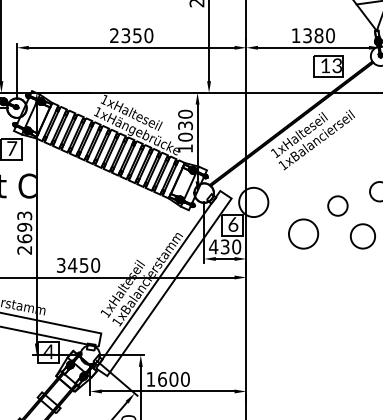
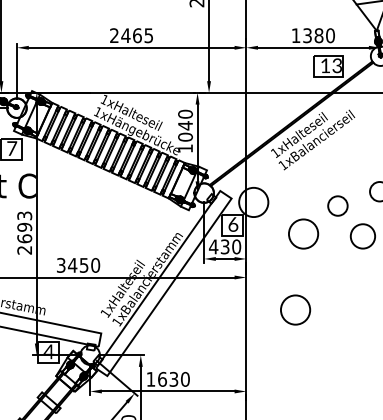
text at (137, 35): 2350 -> 2465
text at (185, 125): 1030 -> 1040
circle at (295, 309): none -> present
text at (173, 379): 1600 -> 1630
